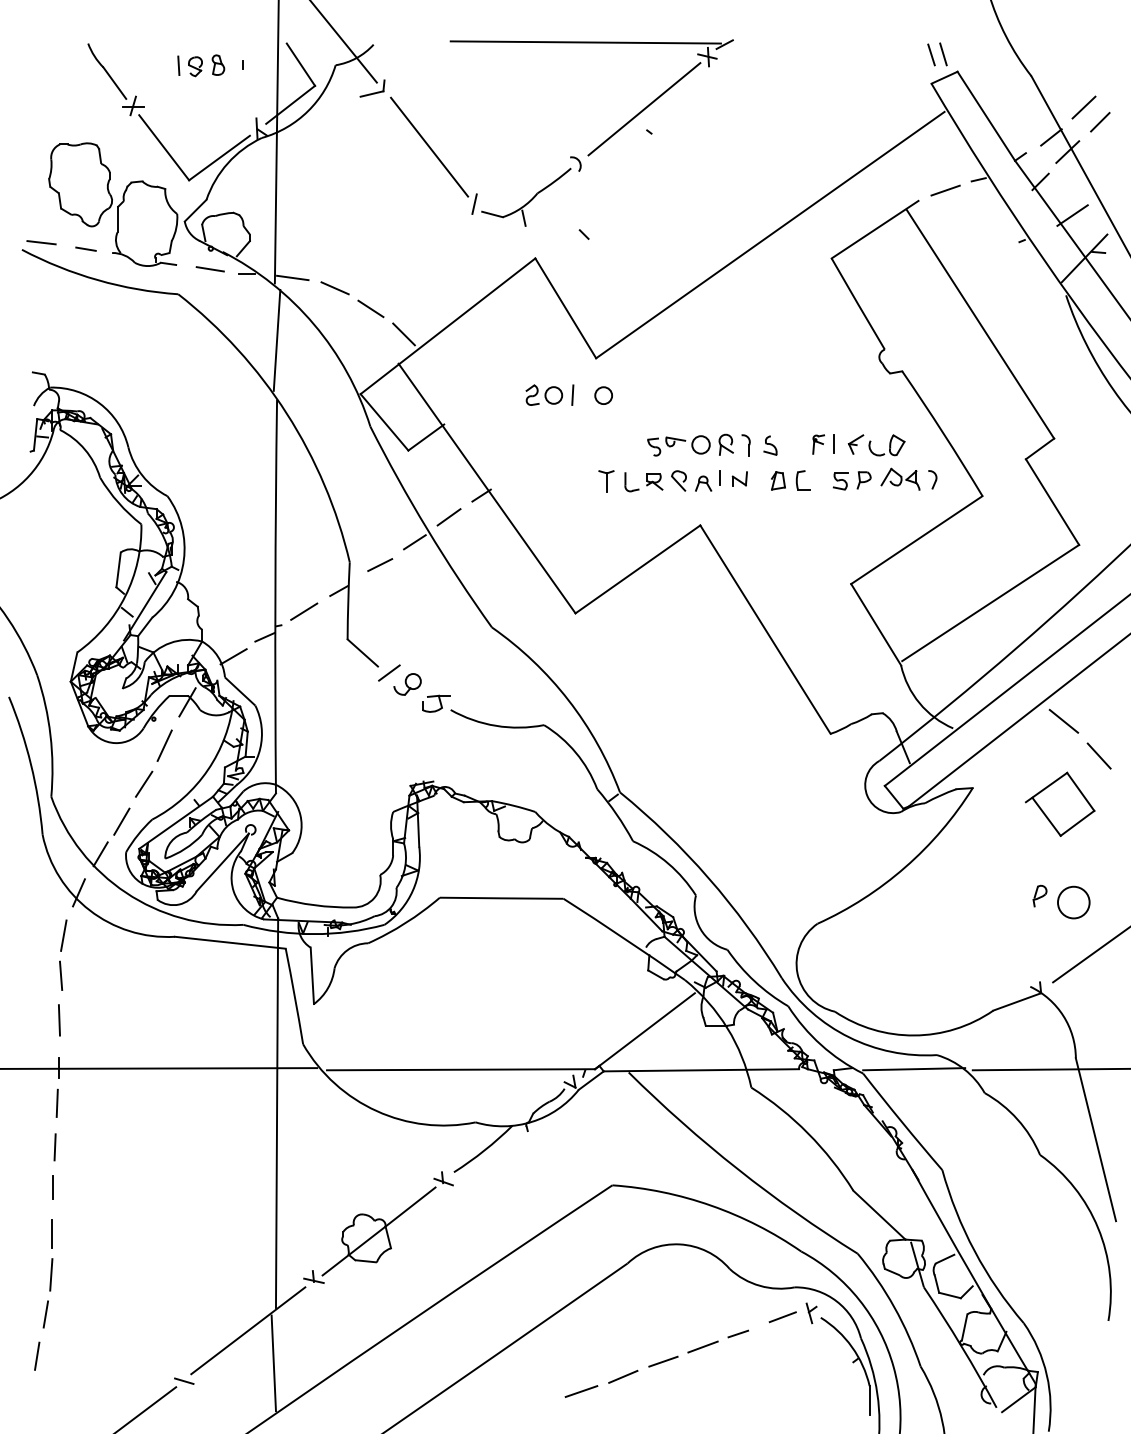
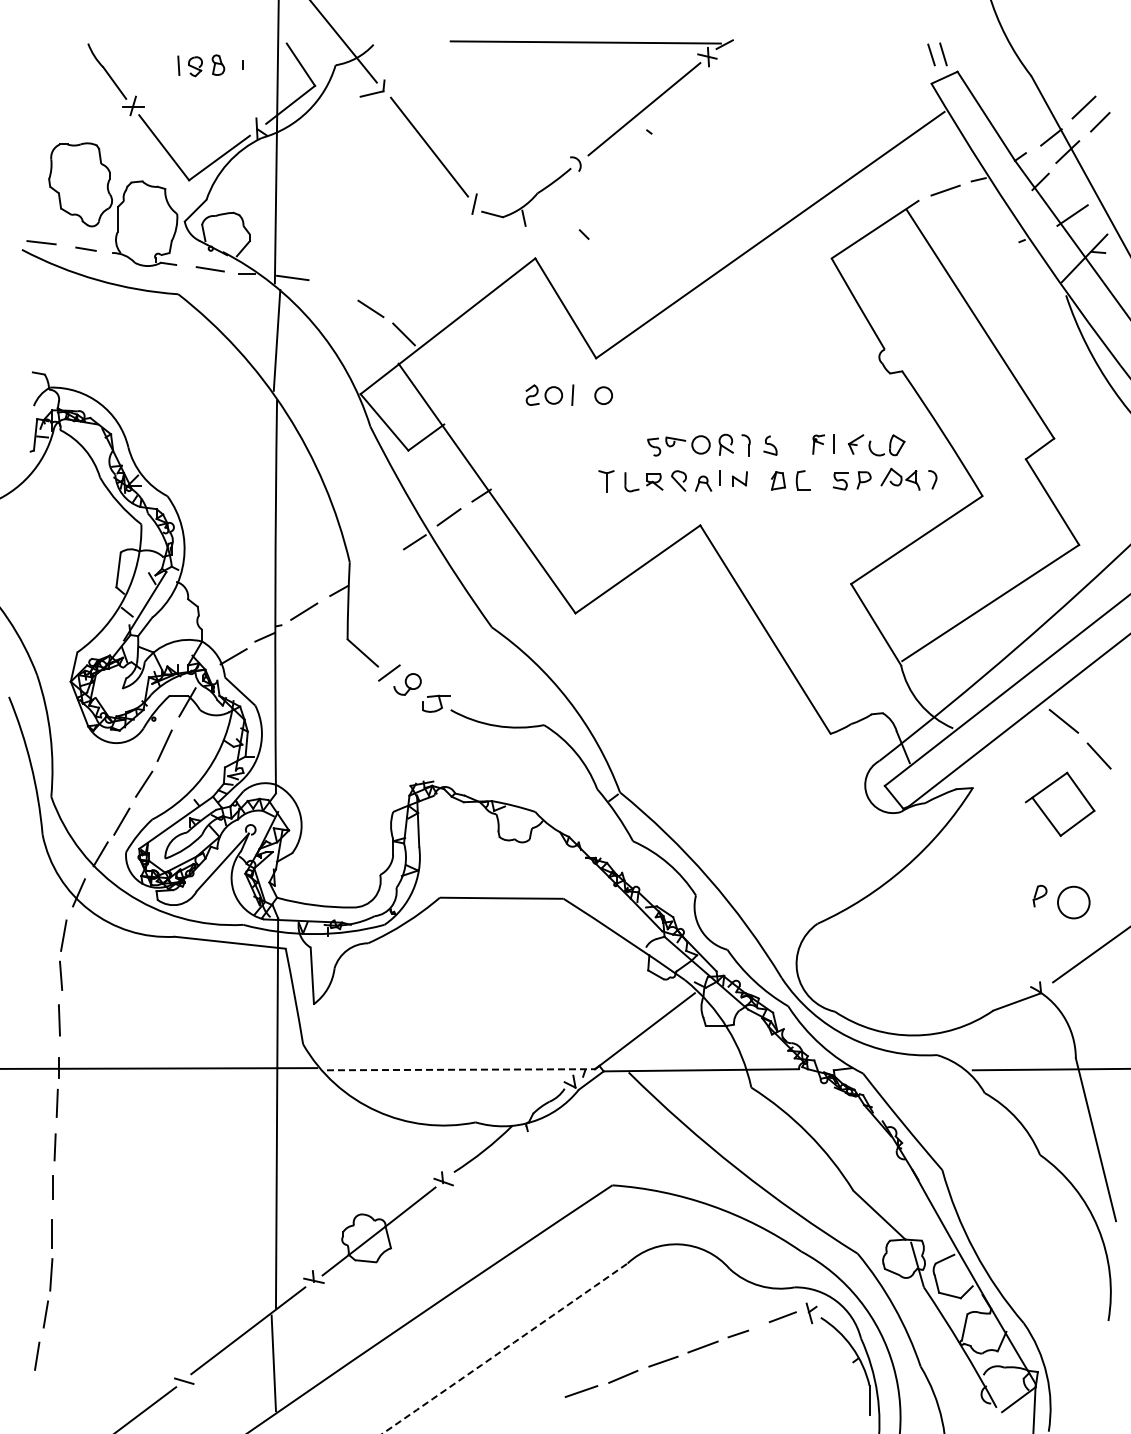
line at (334, 288): present -> none
line at (380, 564): present -> none
line at (461, 1069): solid -> dashed
line at (914, 1069): present -> none
arc at (504, 1349): solid -> dashed
